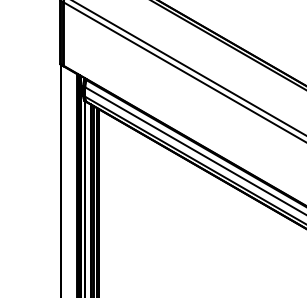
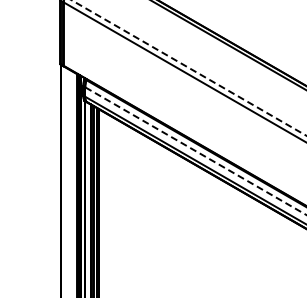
line at (189, 68): solid -> dashed
line at (196, 151): solid -> dashed
